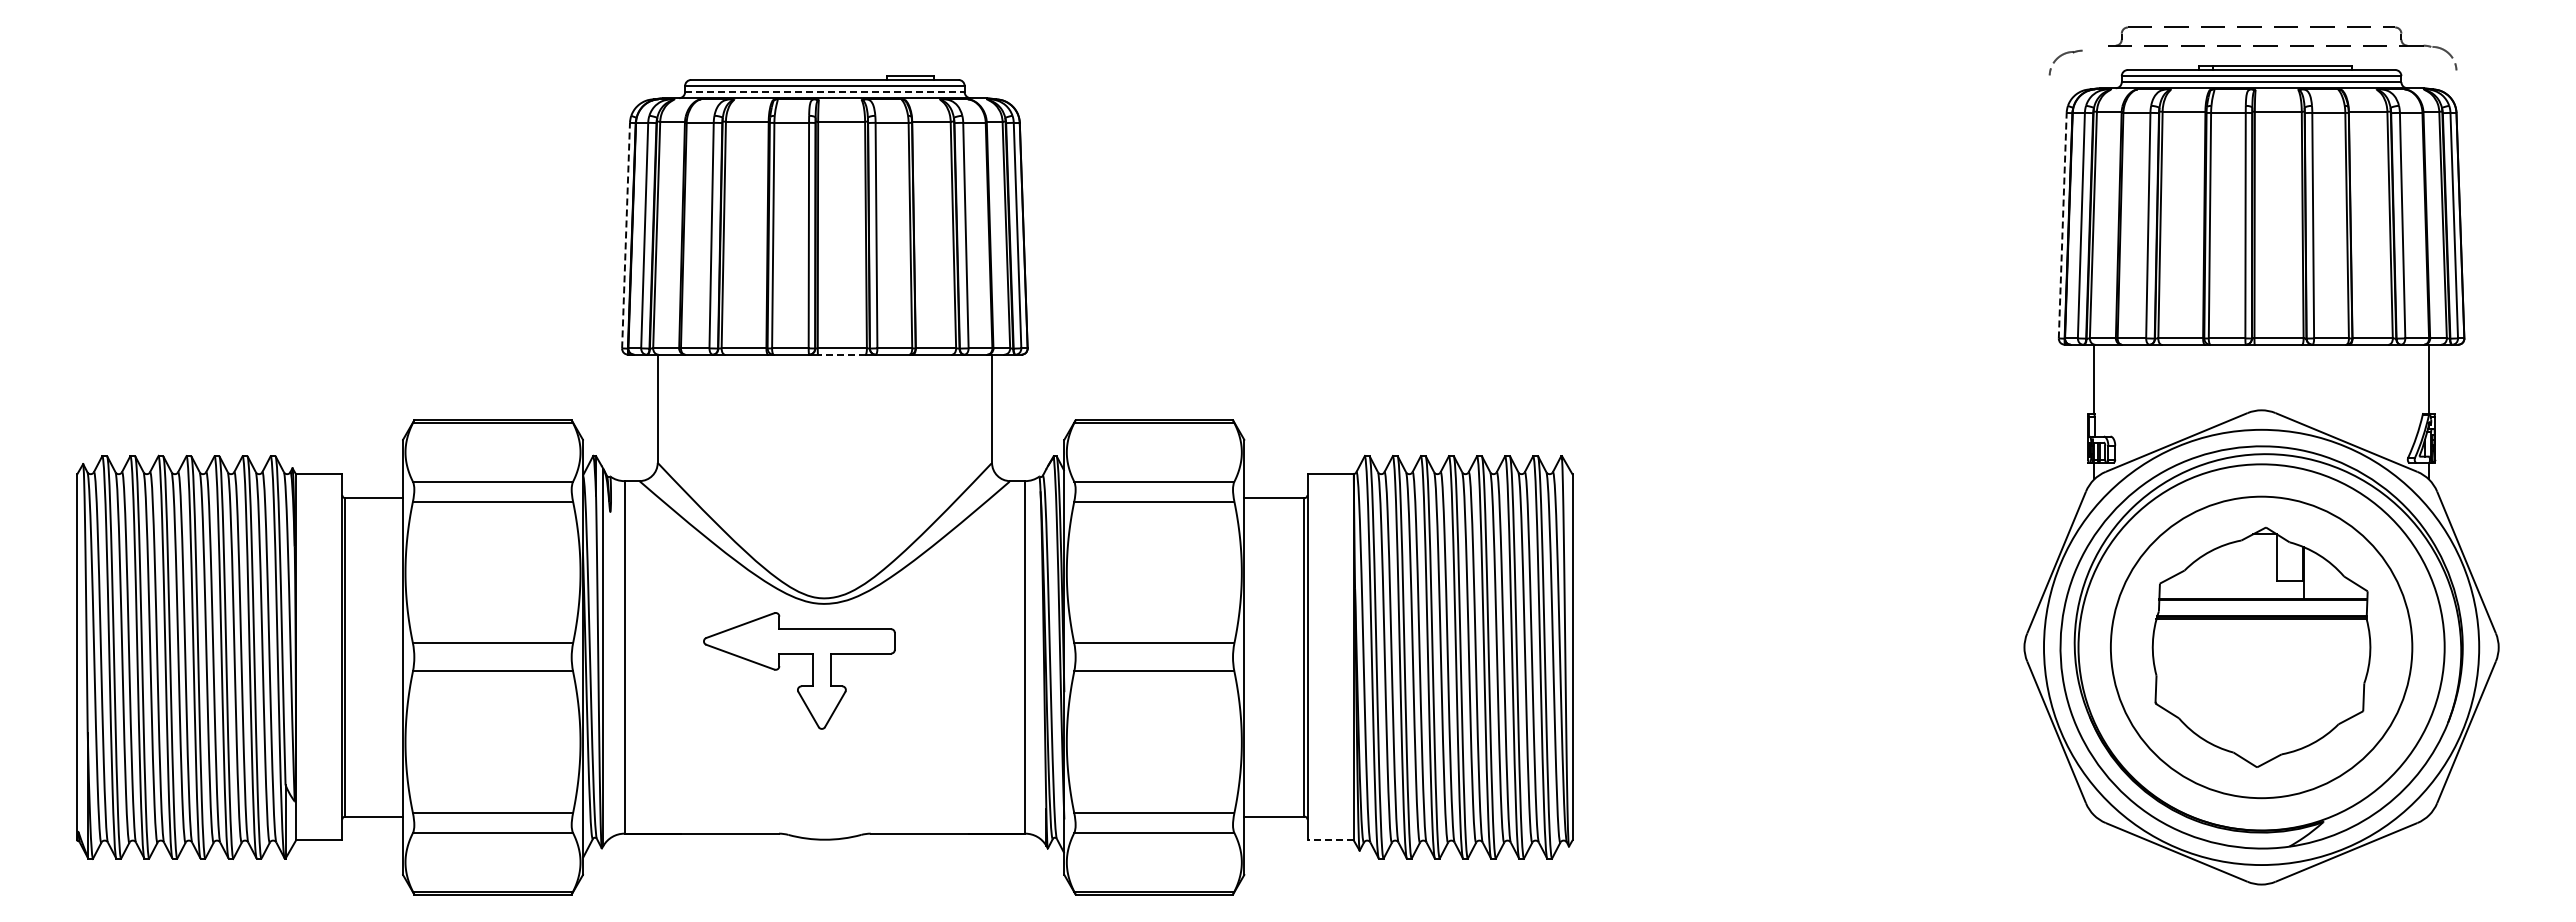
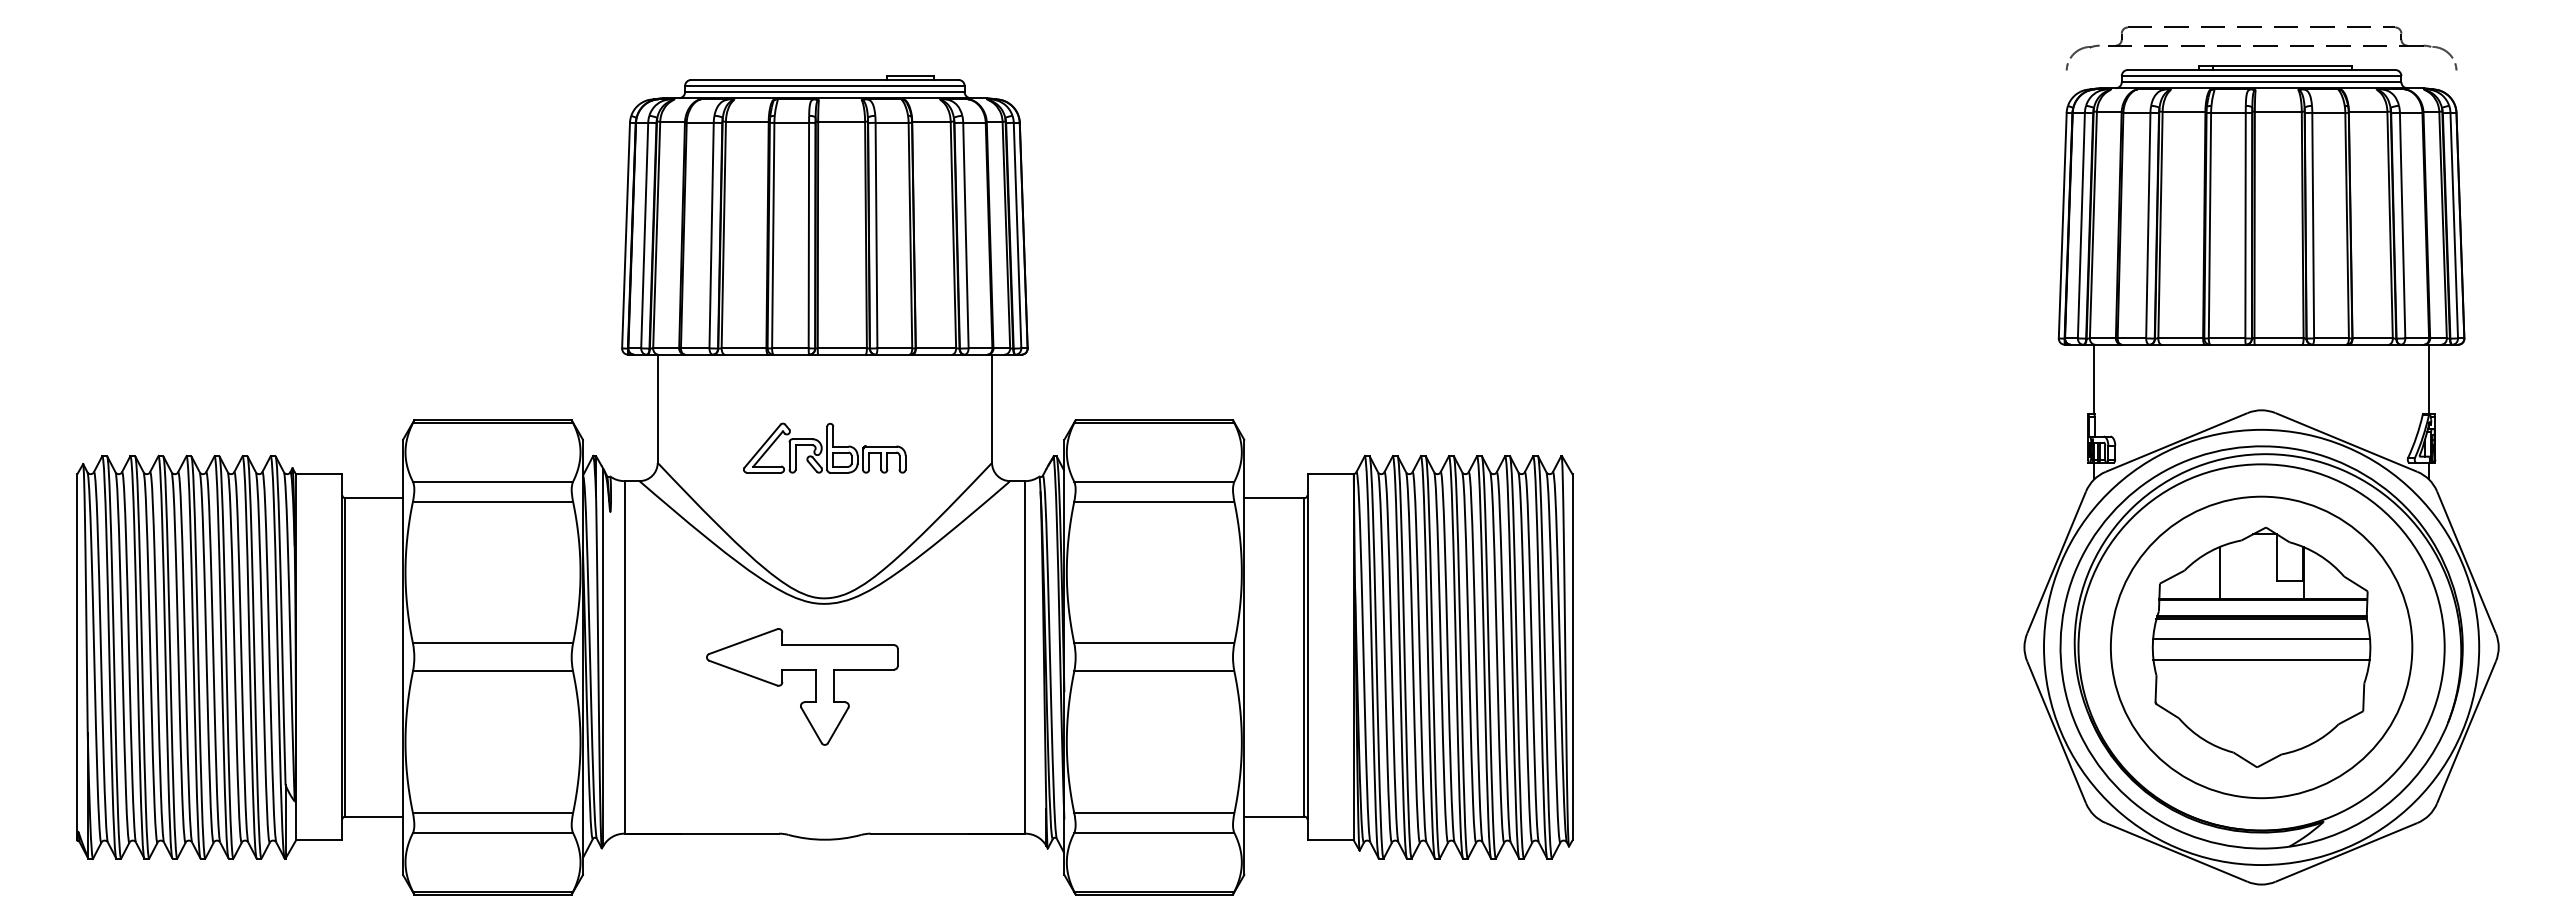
part at (2060, 57) position: (2060, 57) -> (2077, 52)
line at (824, 92): dashed -> solid
line at (2062, 225): dashed -> solid
line at (626, 235): dashed -> solid
line at (841, 354): dashed -> solid
part at (824, 447): none -> present
line at (2219, 572): none -> present
line at (2261, 638): none -> present
line at (2261, 659): none -> present
part at (812, 670) position: (812, 670) -> (815, 686)
line at (1330, 840): dashed -> solid
